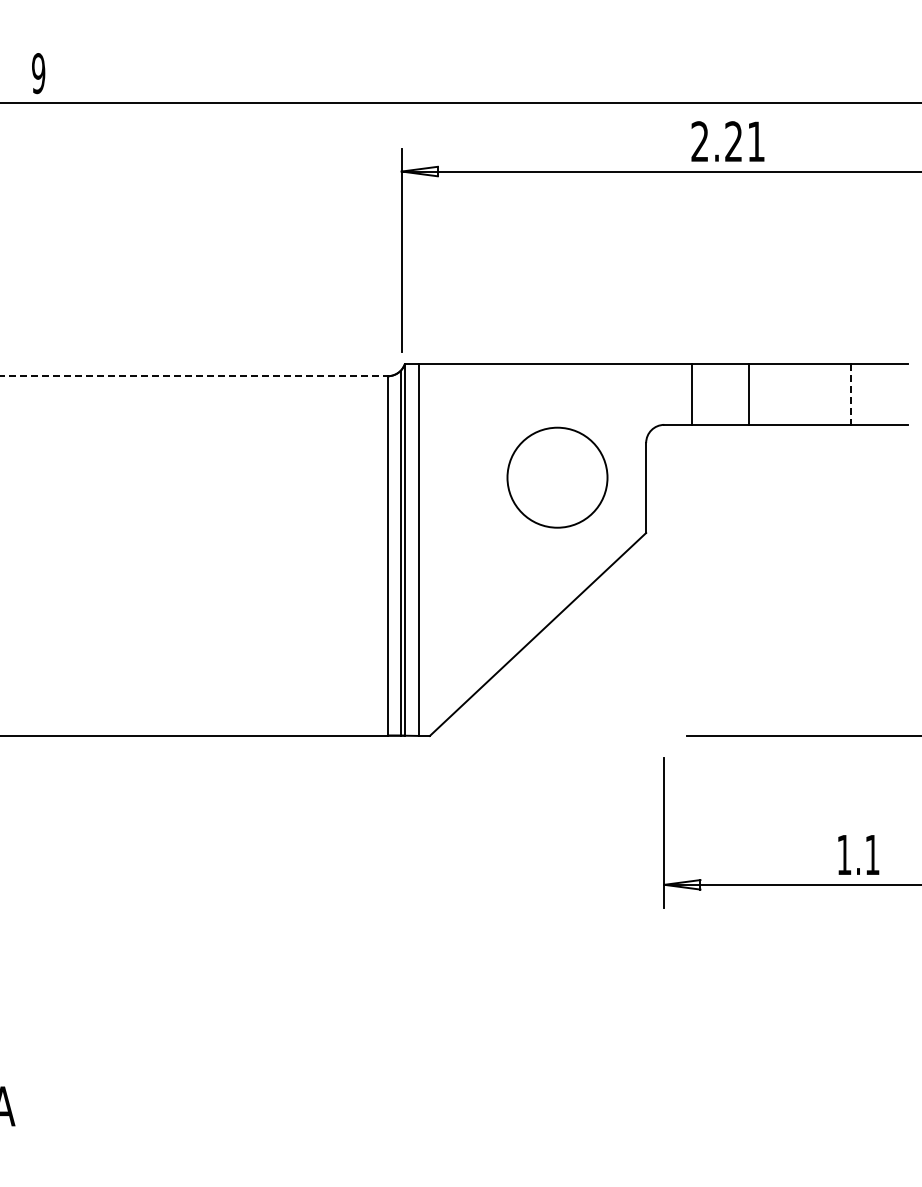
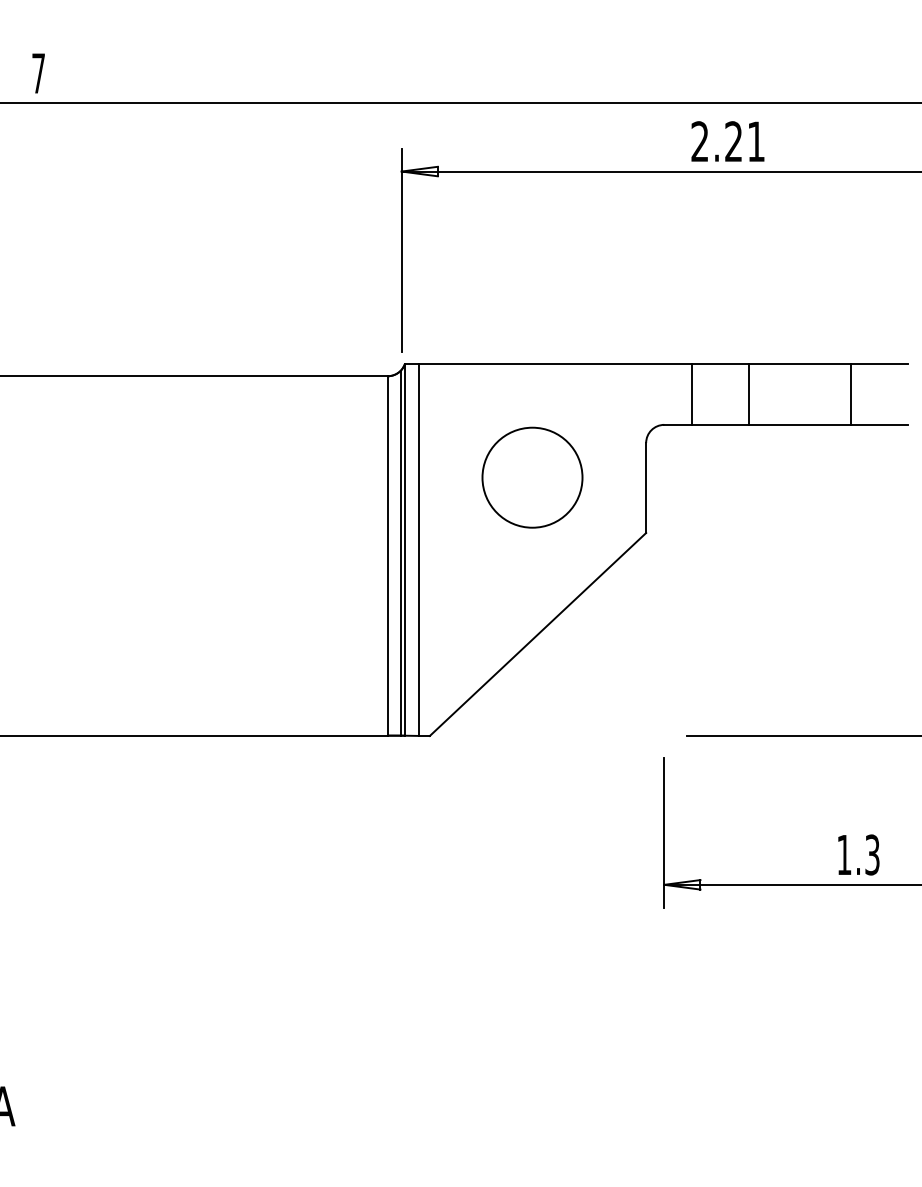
text at (38, 73): 9 -> 7
line at (194, 376): dashed -> solid
line at (850, 394): dashed -> solid
circle at (557, 477) position: (557, 477) -> (532, 477)
text at (872, 854): 1.1 -> 1.3
